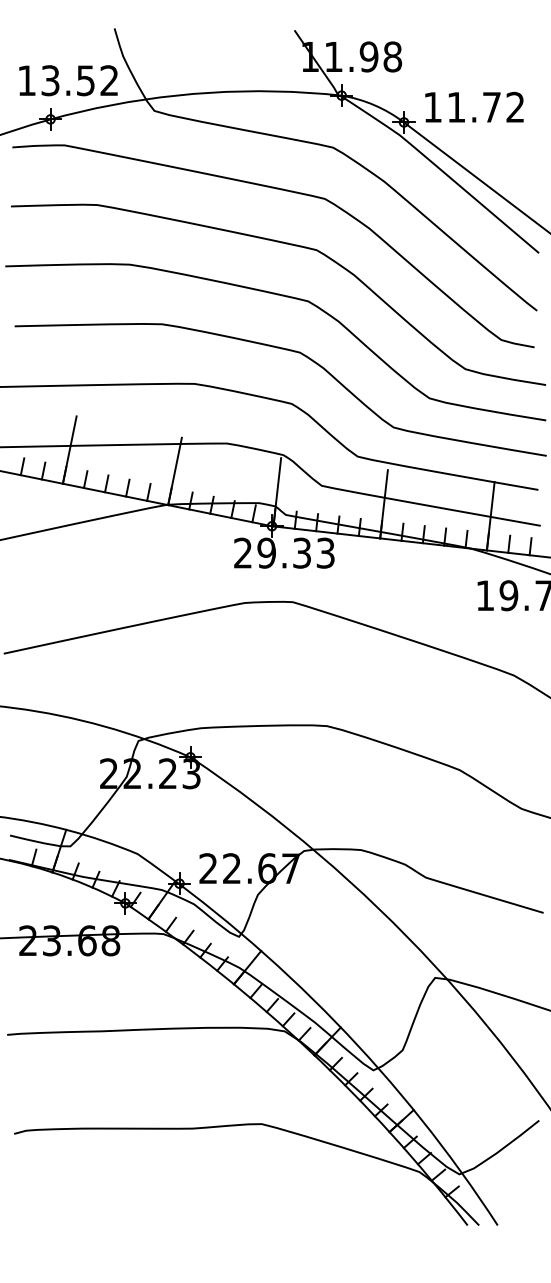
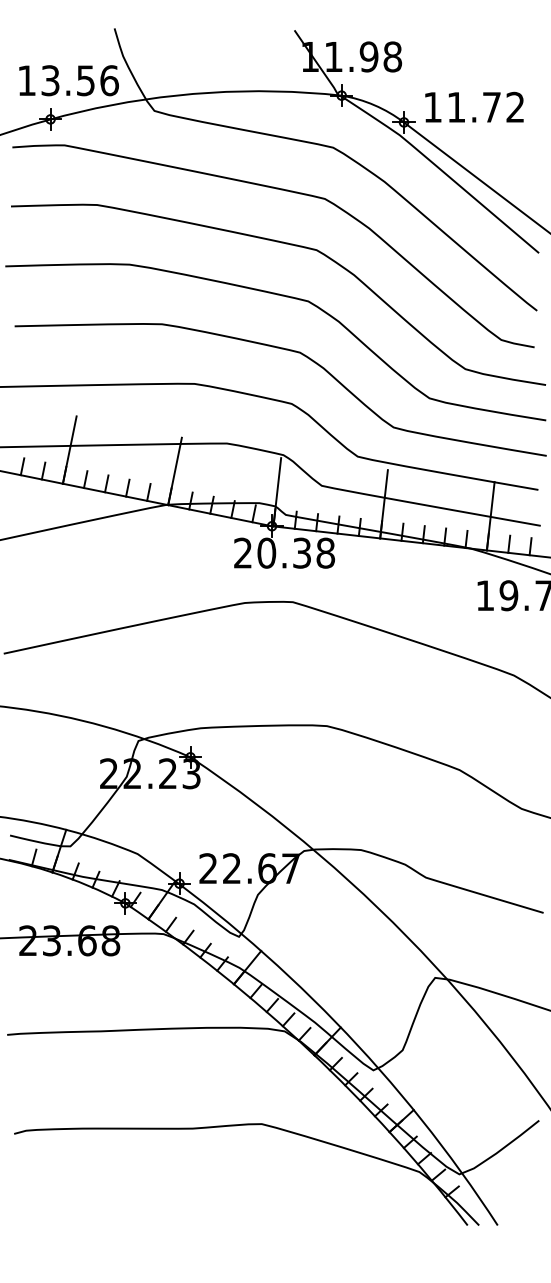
text at (109, 80): 13.52 -> 13.56
text at (296, 552): 29.33 -> 20.38
